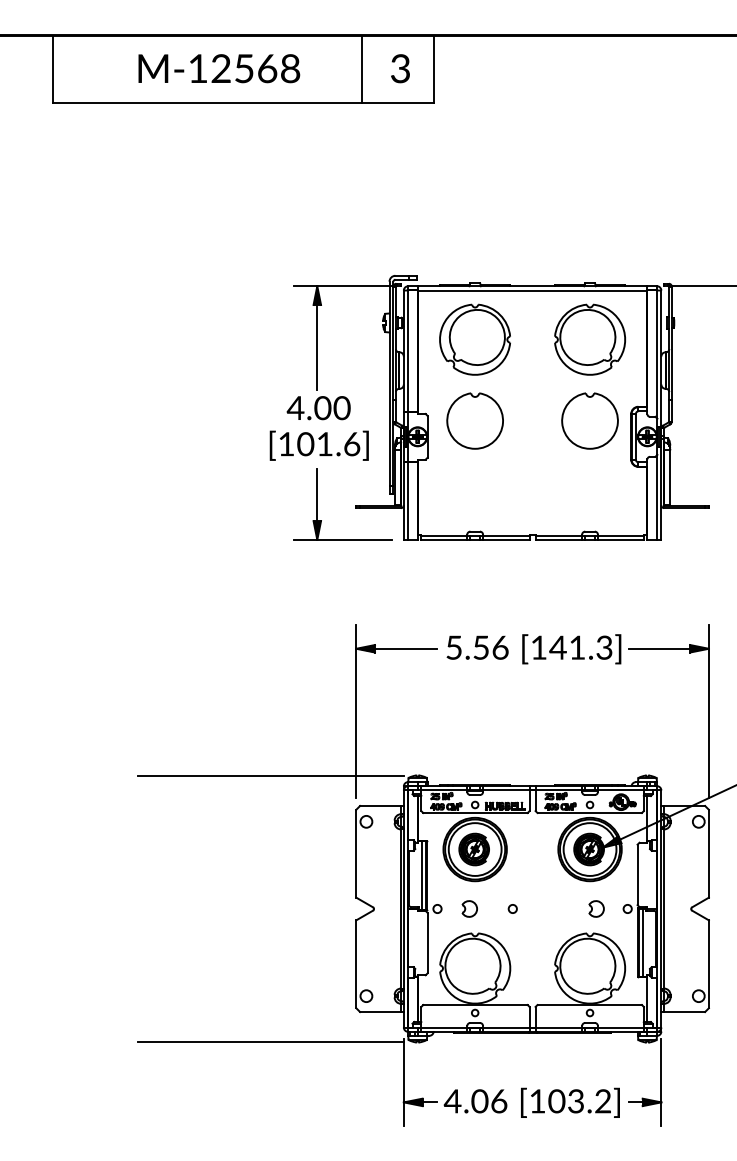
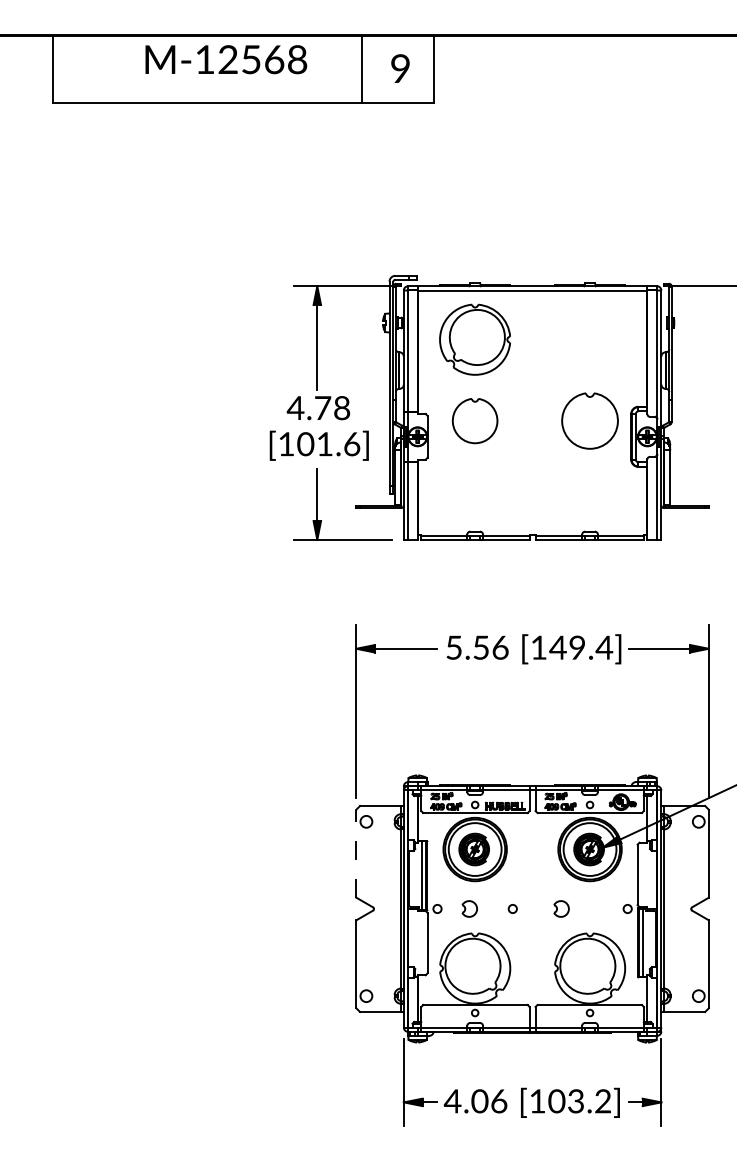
text at (219, 68) position: (219, 68) -> (226, 59)
text at (400, 68): 3 -> 9
part at (589, 339): present -> none
text at (332, 408): 4.00 -> 4.78
part at (474, 420) size: 58x58 px -> 48x47 px
text at (591, 647): [141.3] -> [149.4]
line at (270, 775): present -> none
line at (356, 853): solid -> dashed
part at (596, 908) position: (596, 908) -> (561, 908)
line at (270, 1042): present -> none
